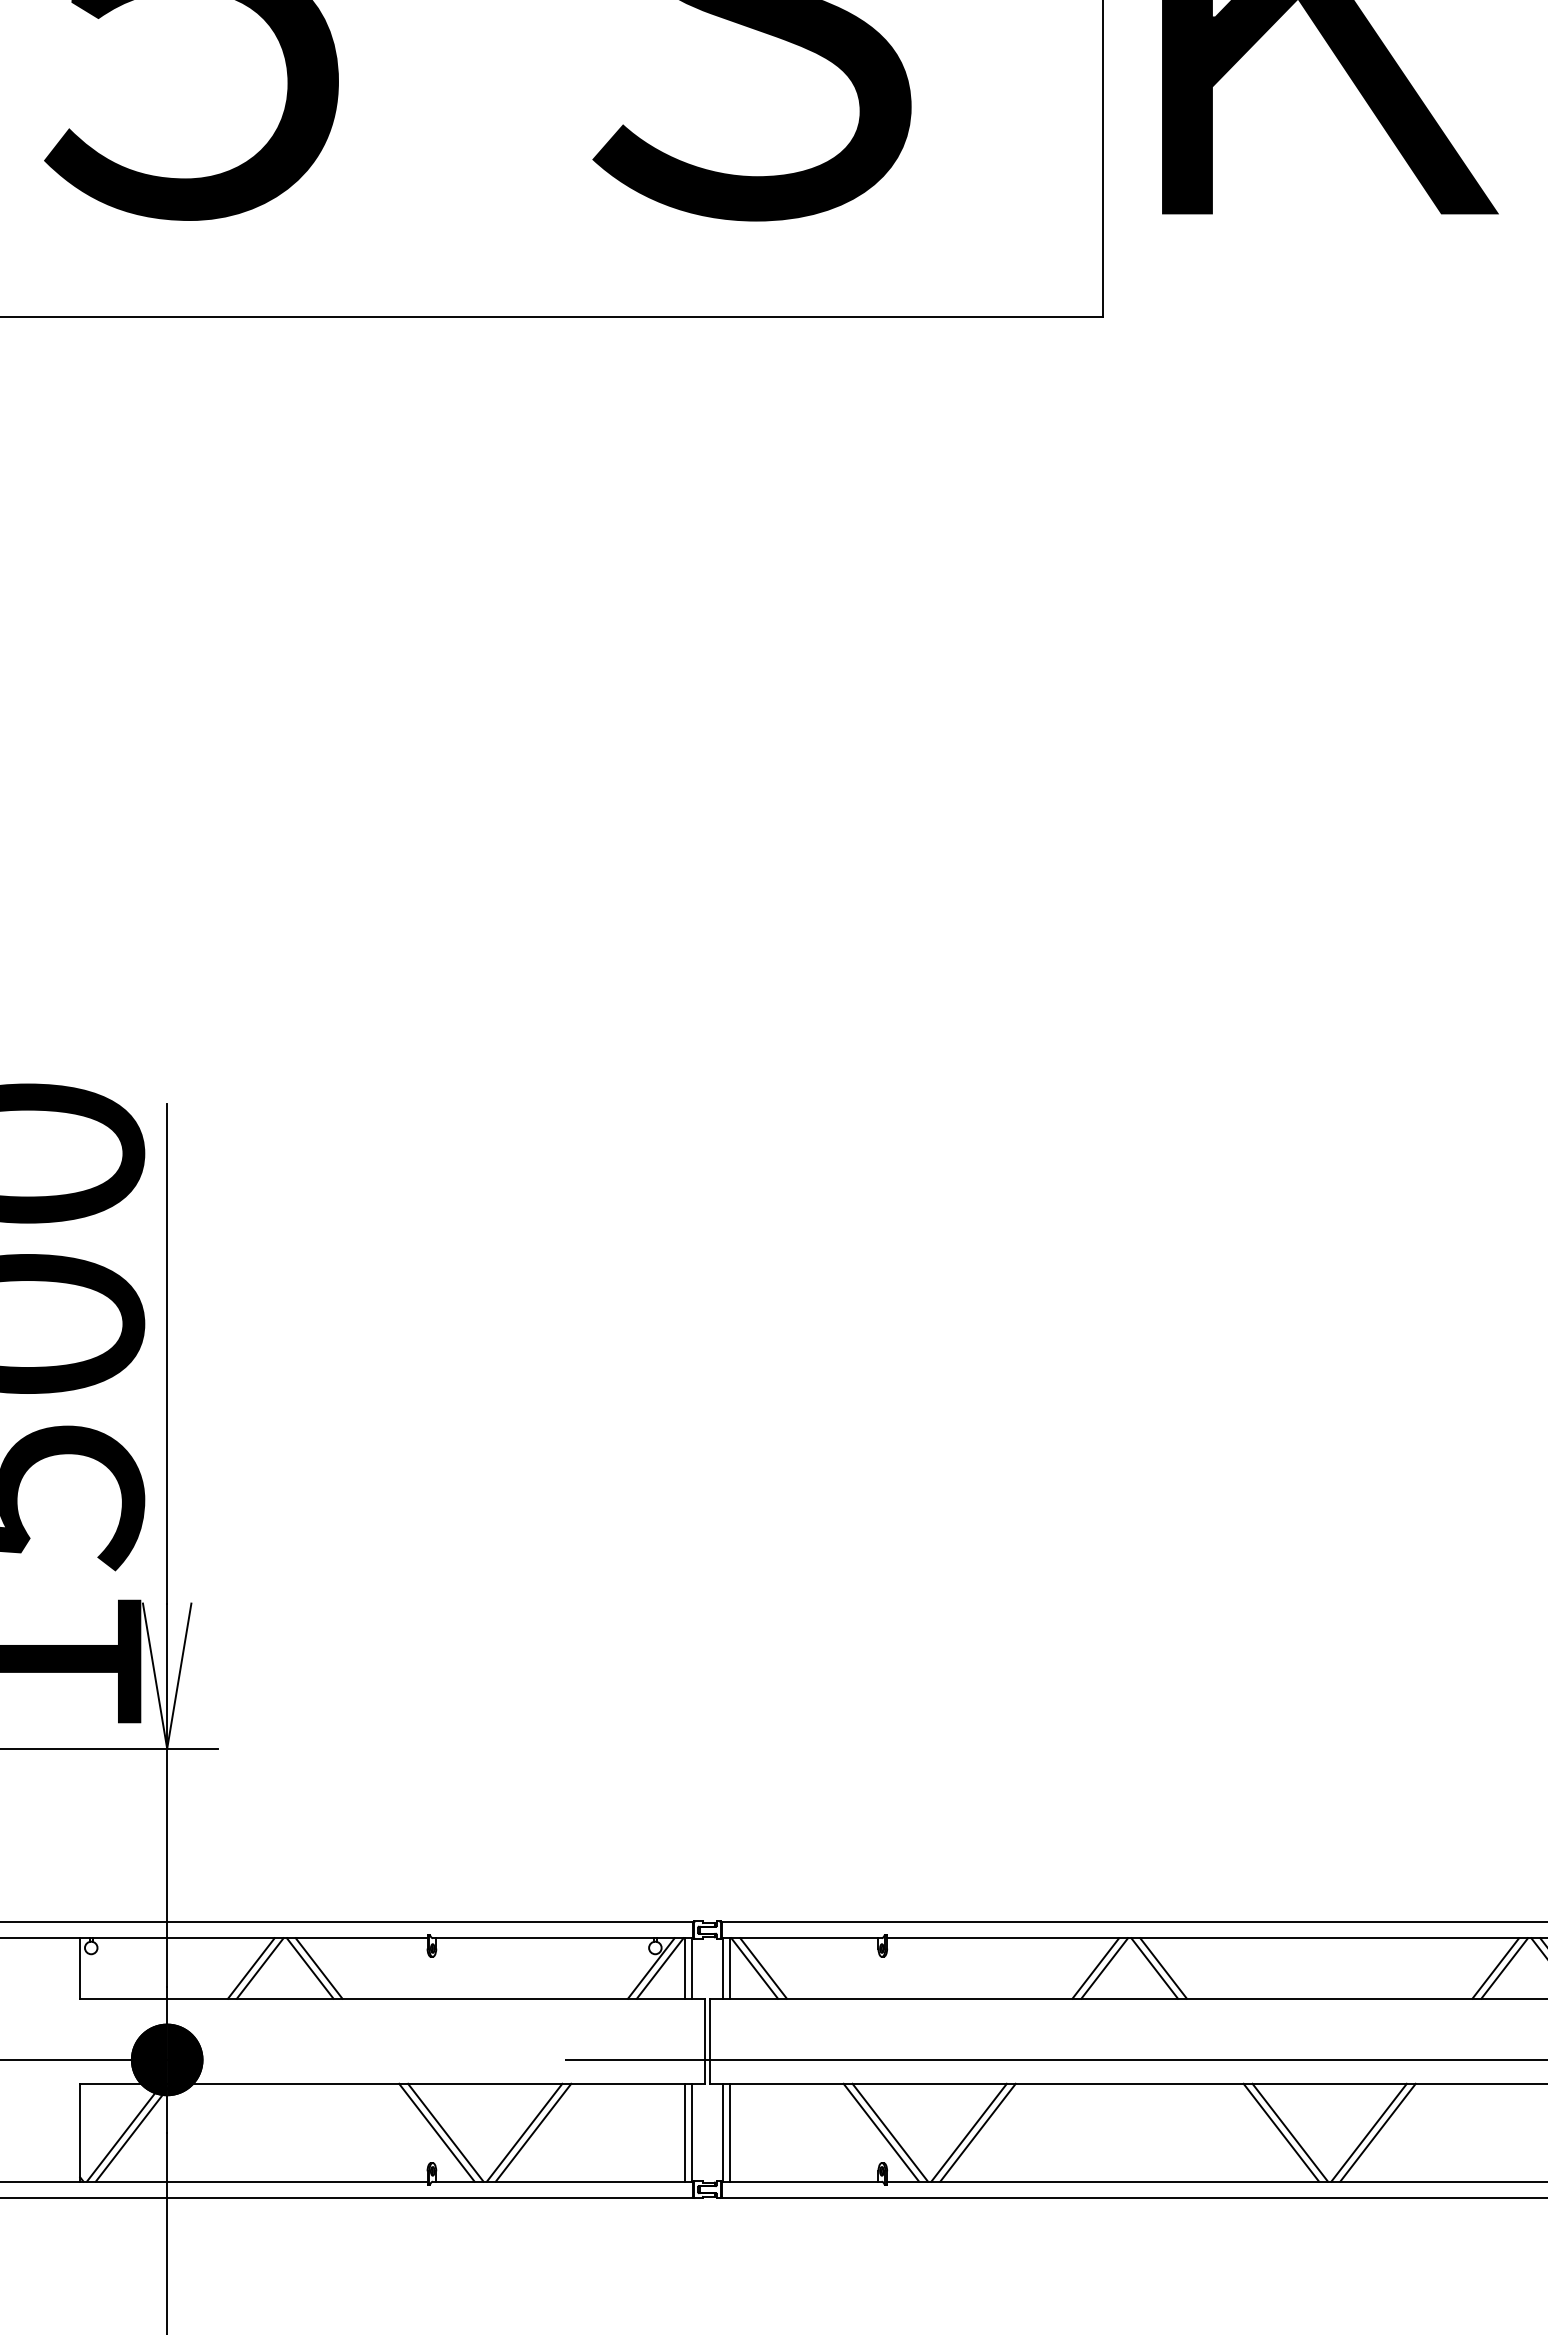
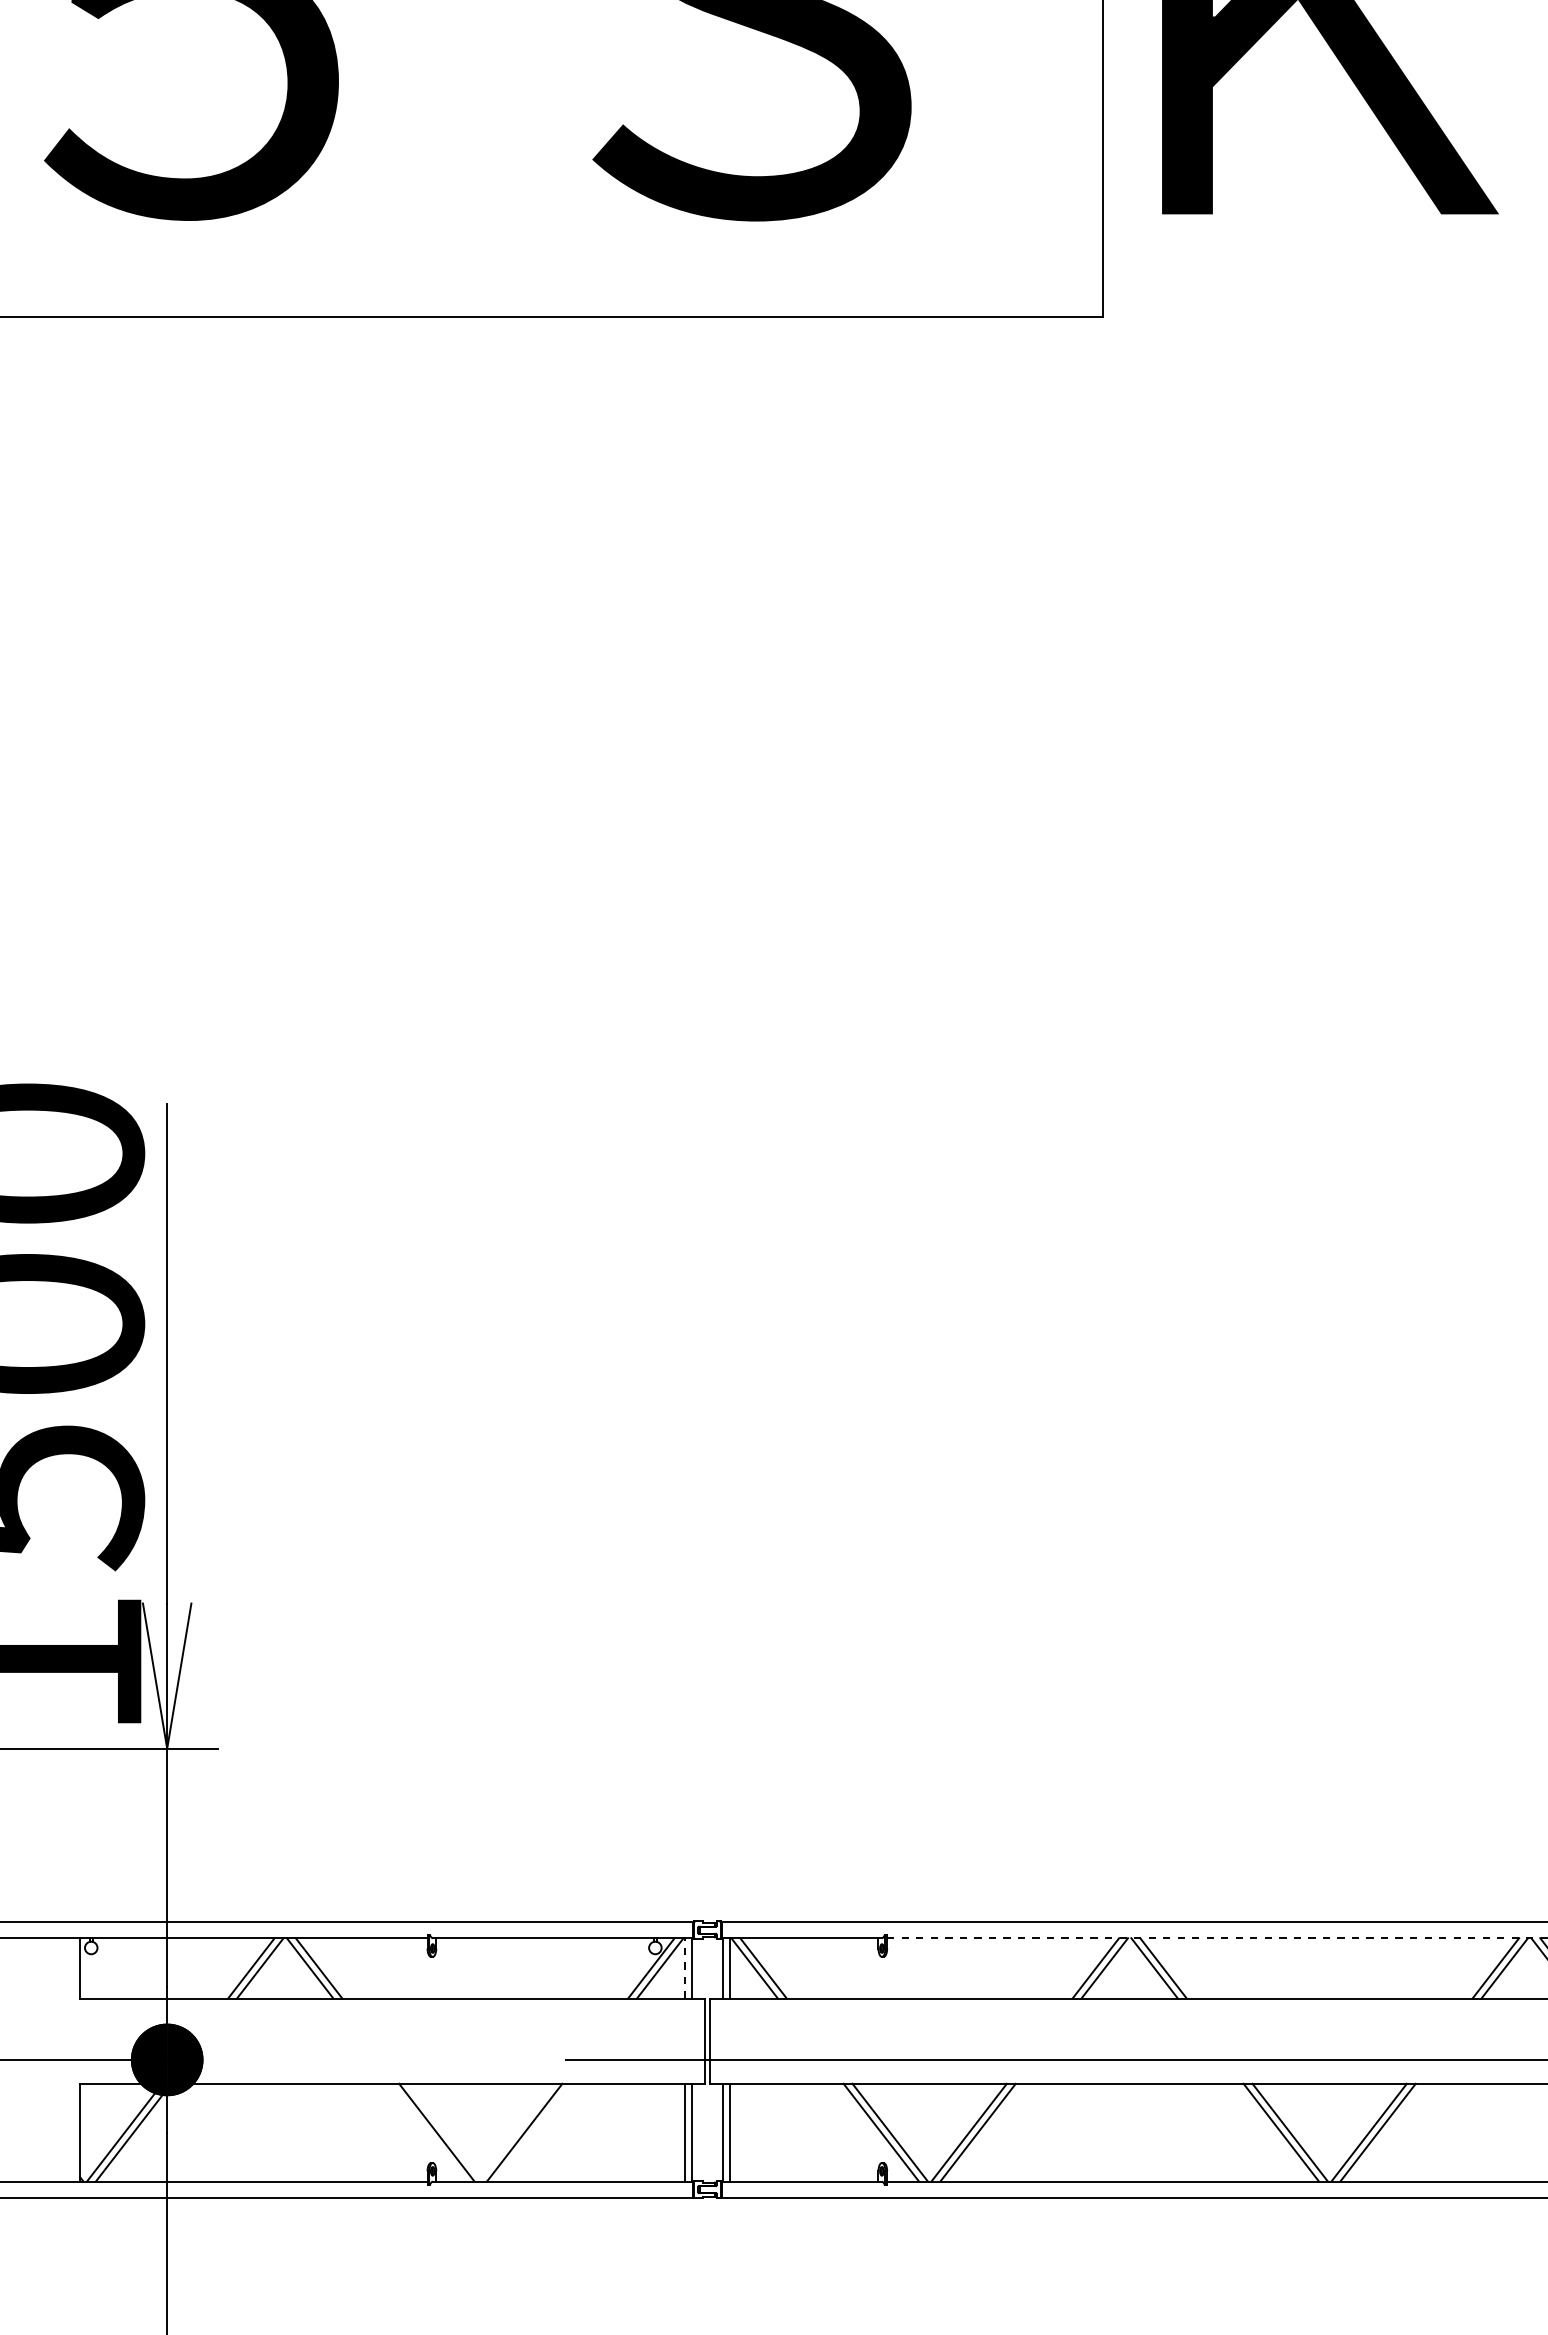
line at (1217, 1938): solid -> dashed
line at (685, 1967): solid -> dashed
line at (445, 2132): present -> none
line at (533, 2132): present -> none
